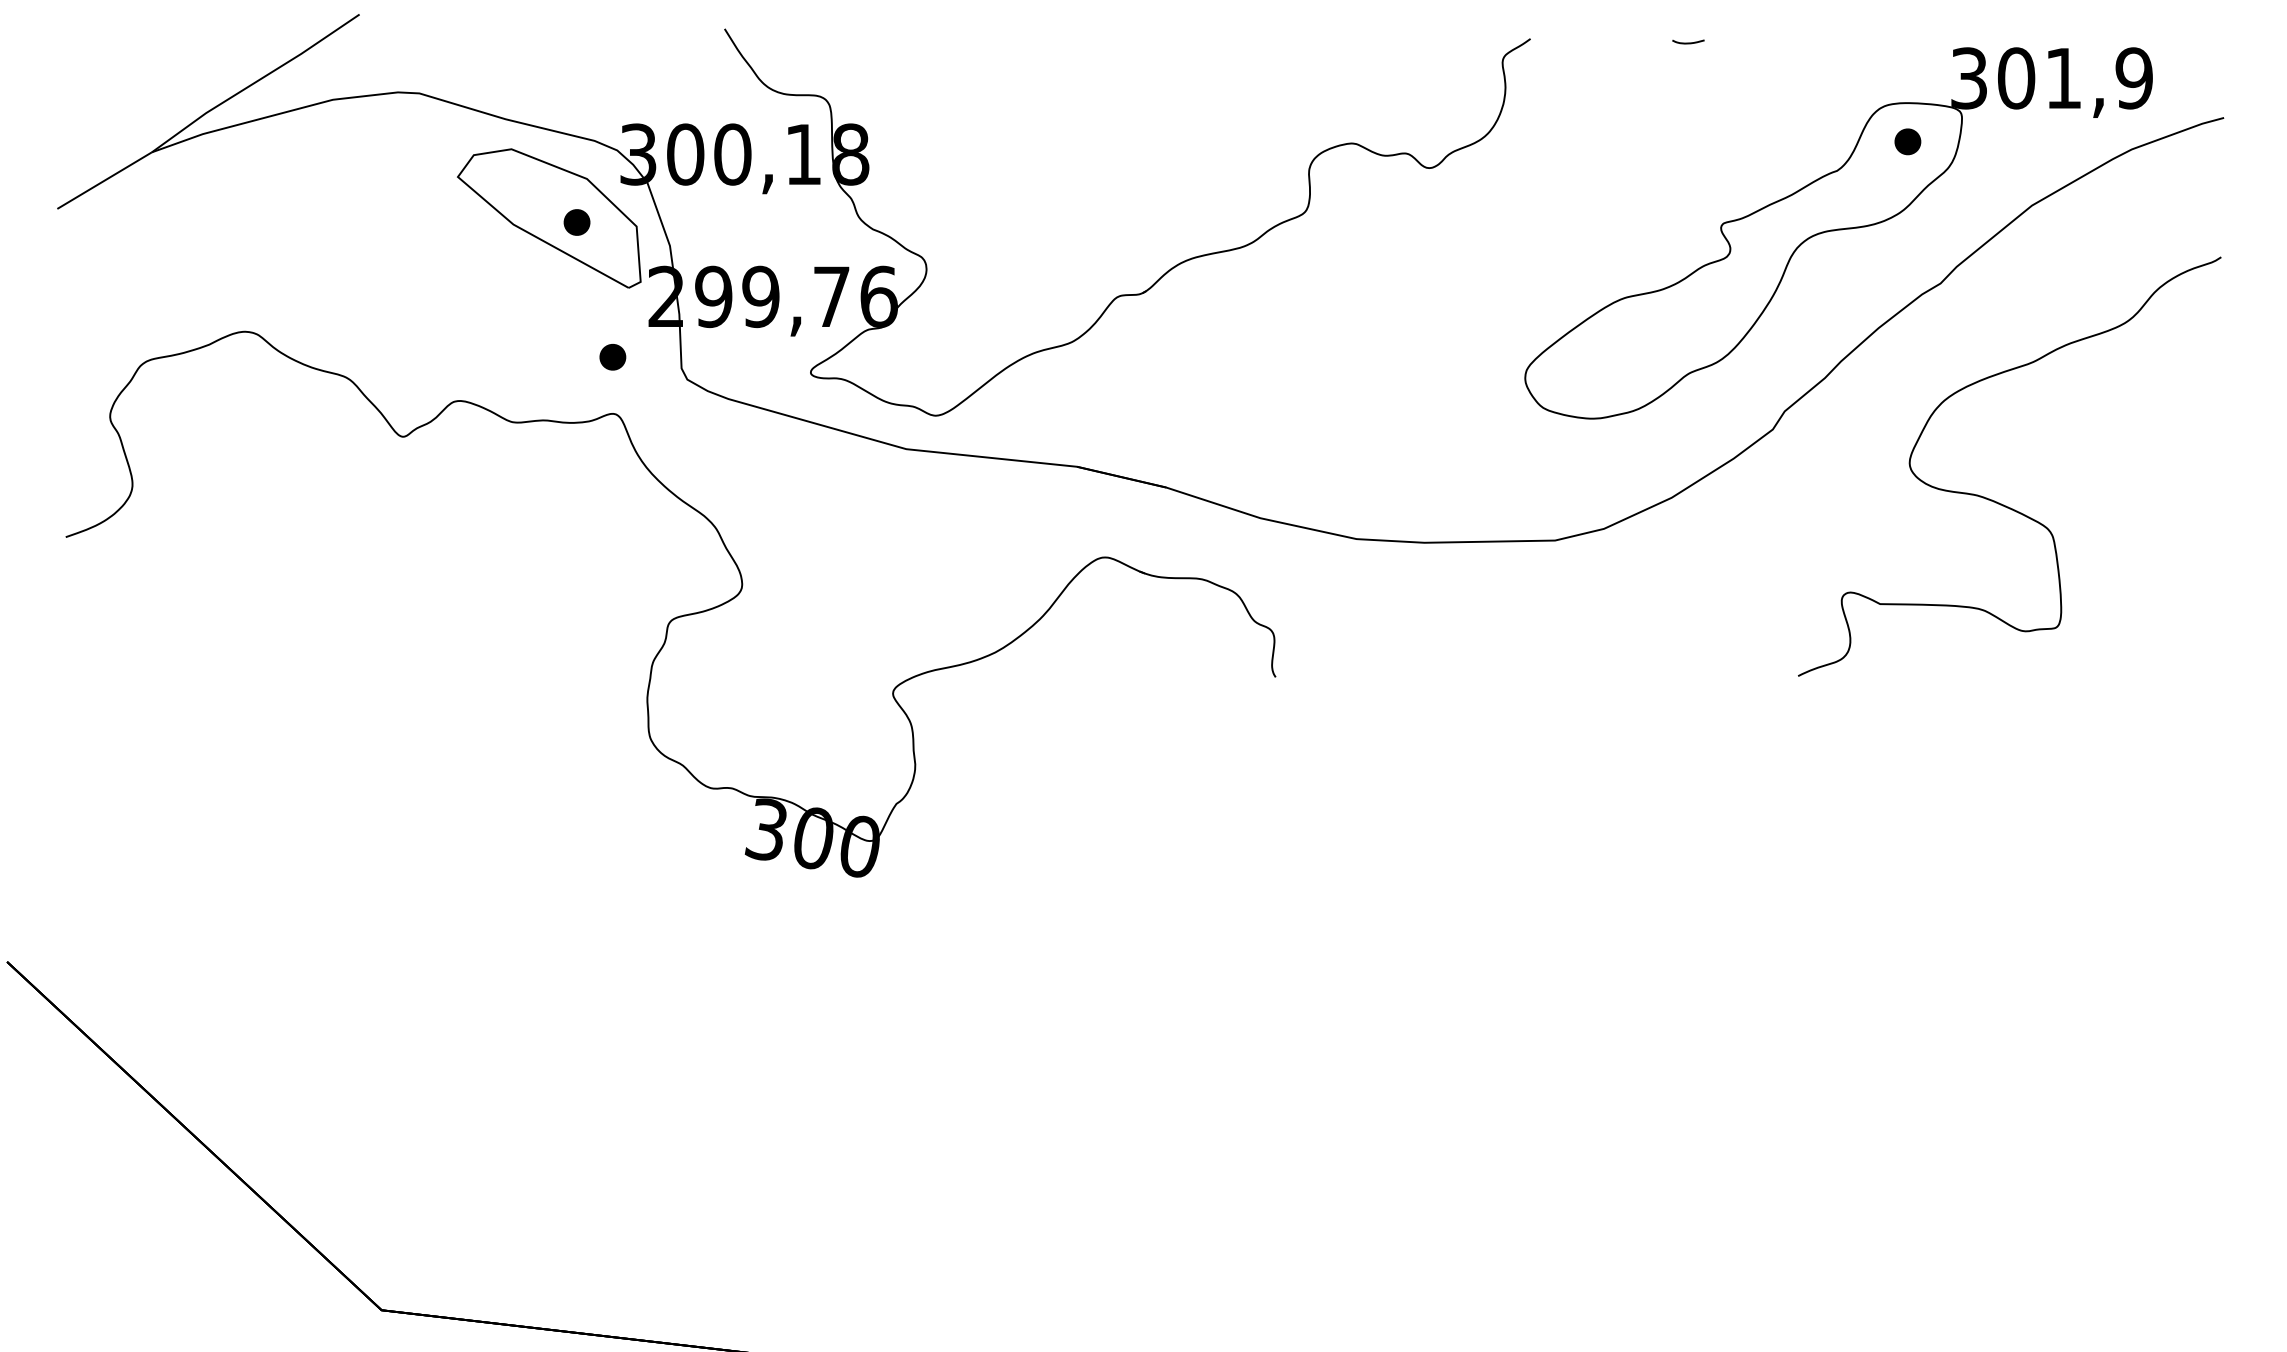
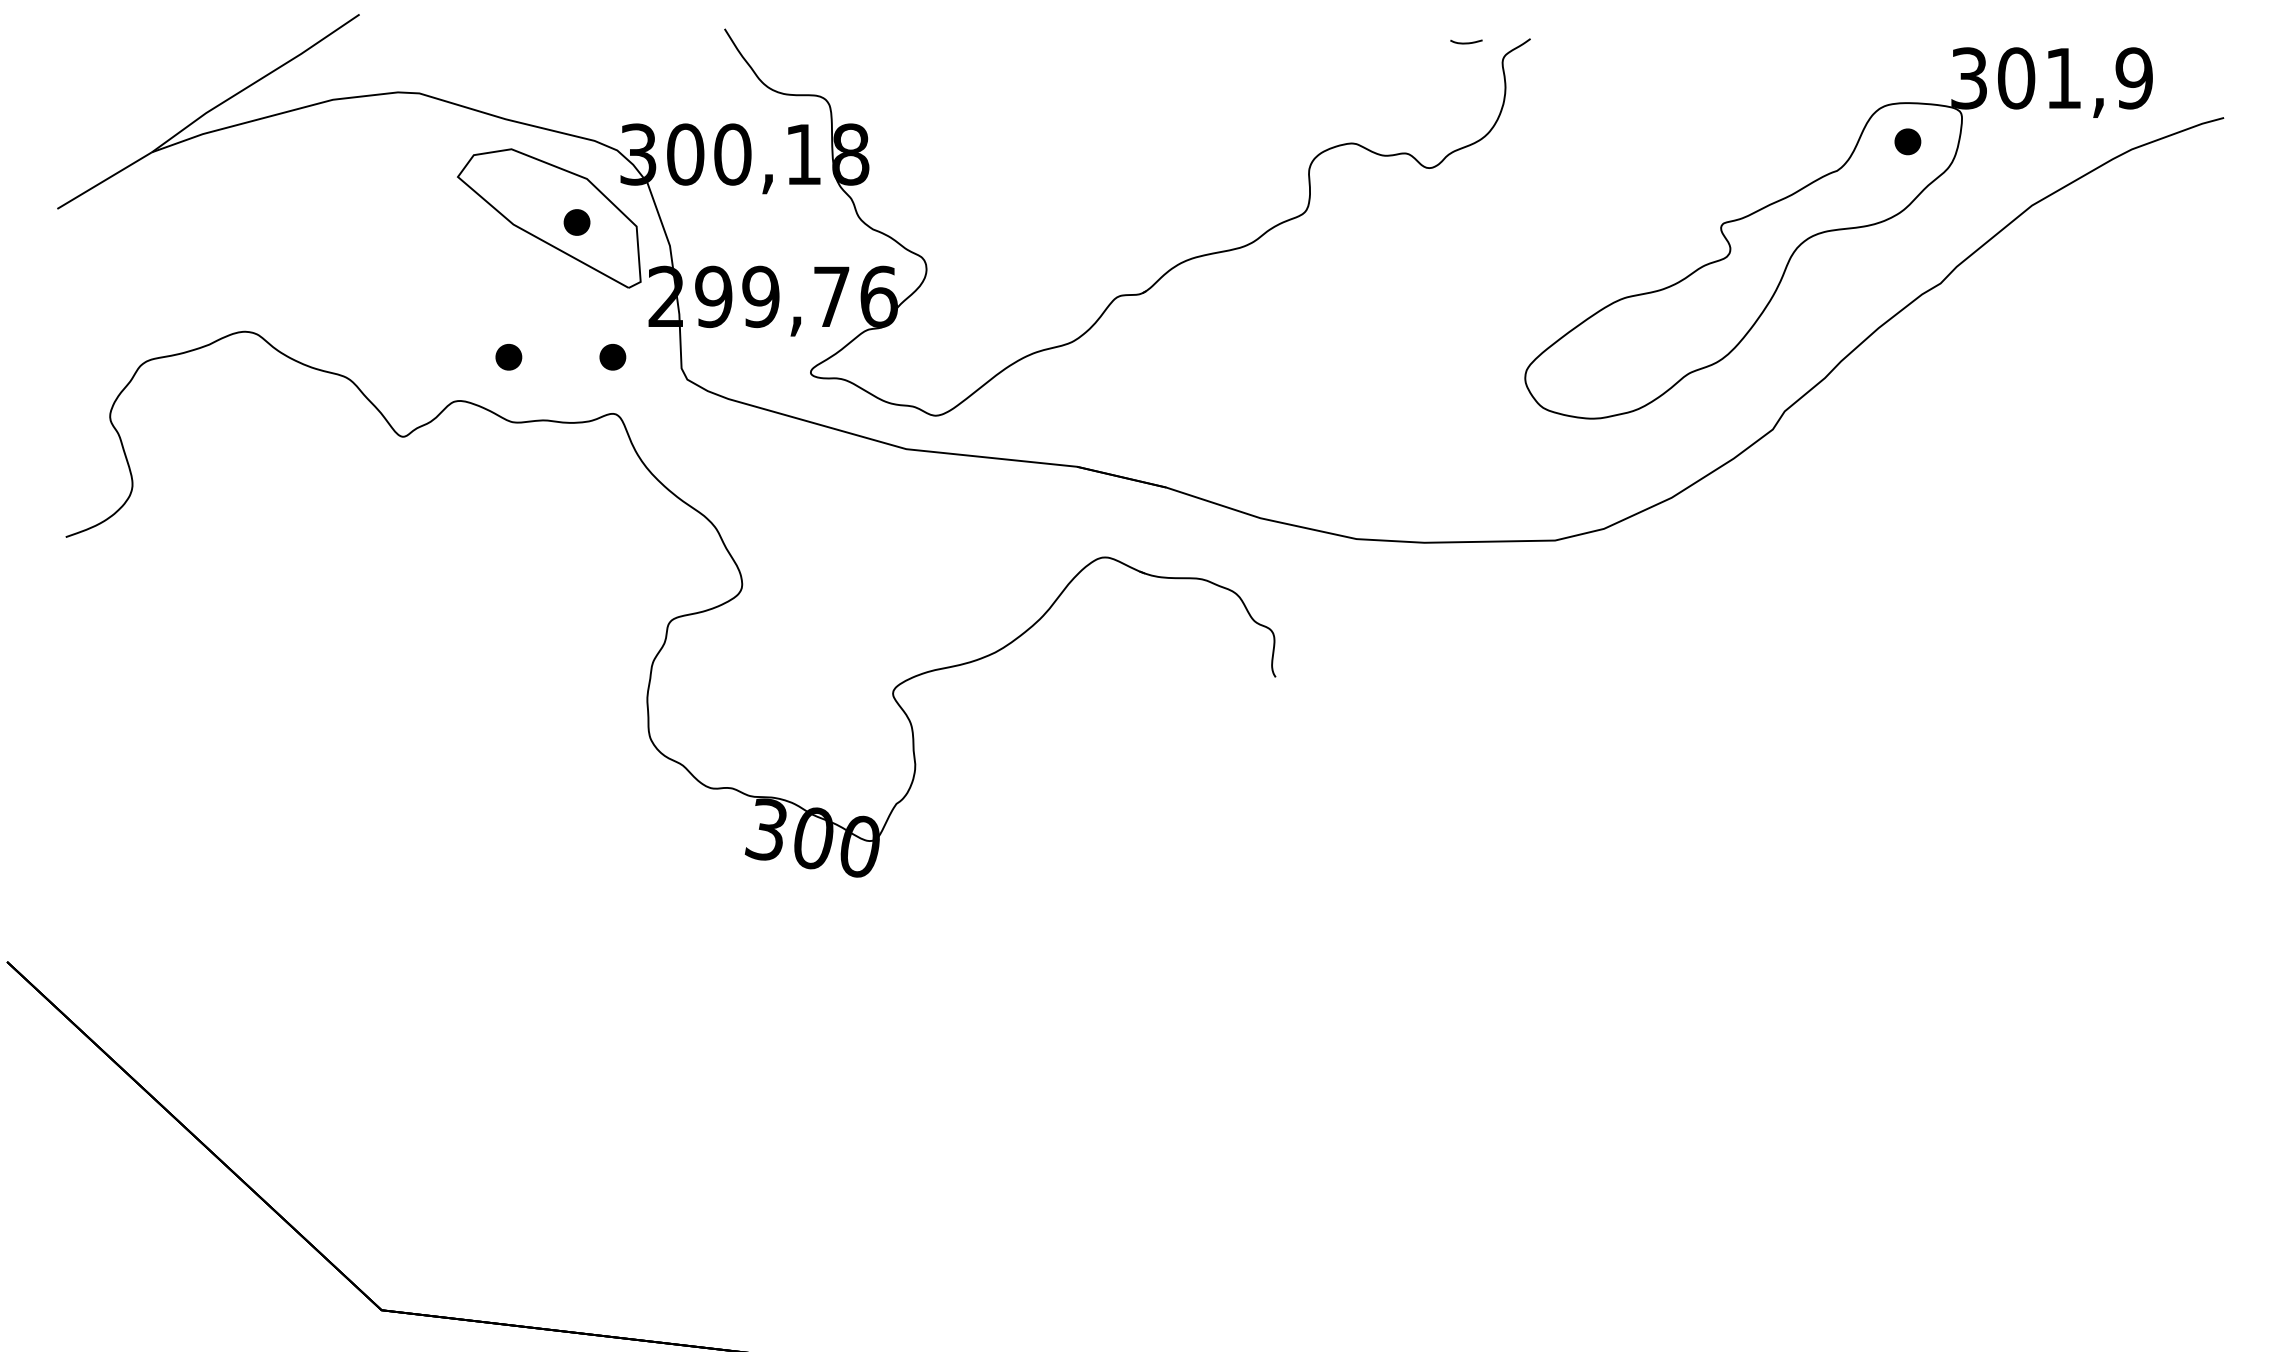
curve at (1688, 42) position: (1688, 42) -> (1466, 42)
part at (508, 357): none -> present
curve at (1997, 501): present -> none
